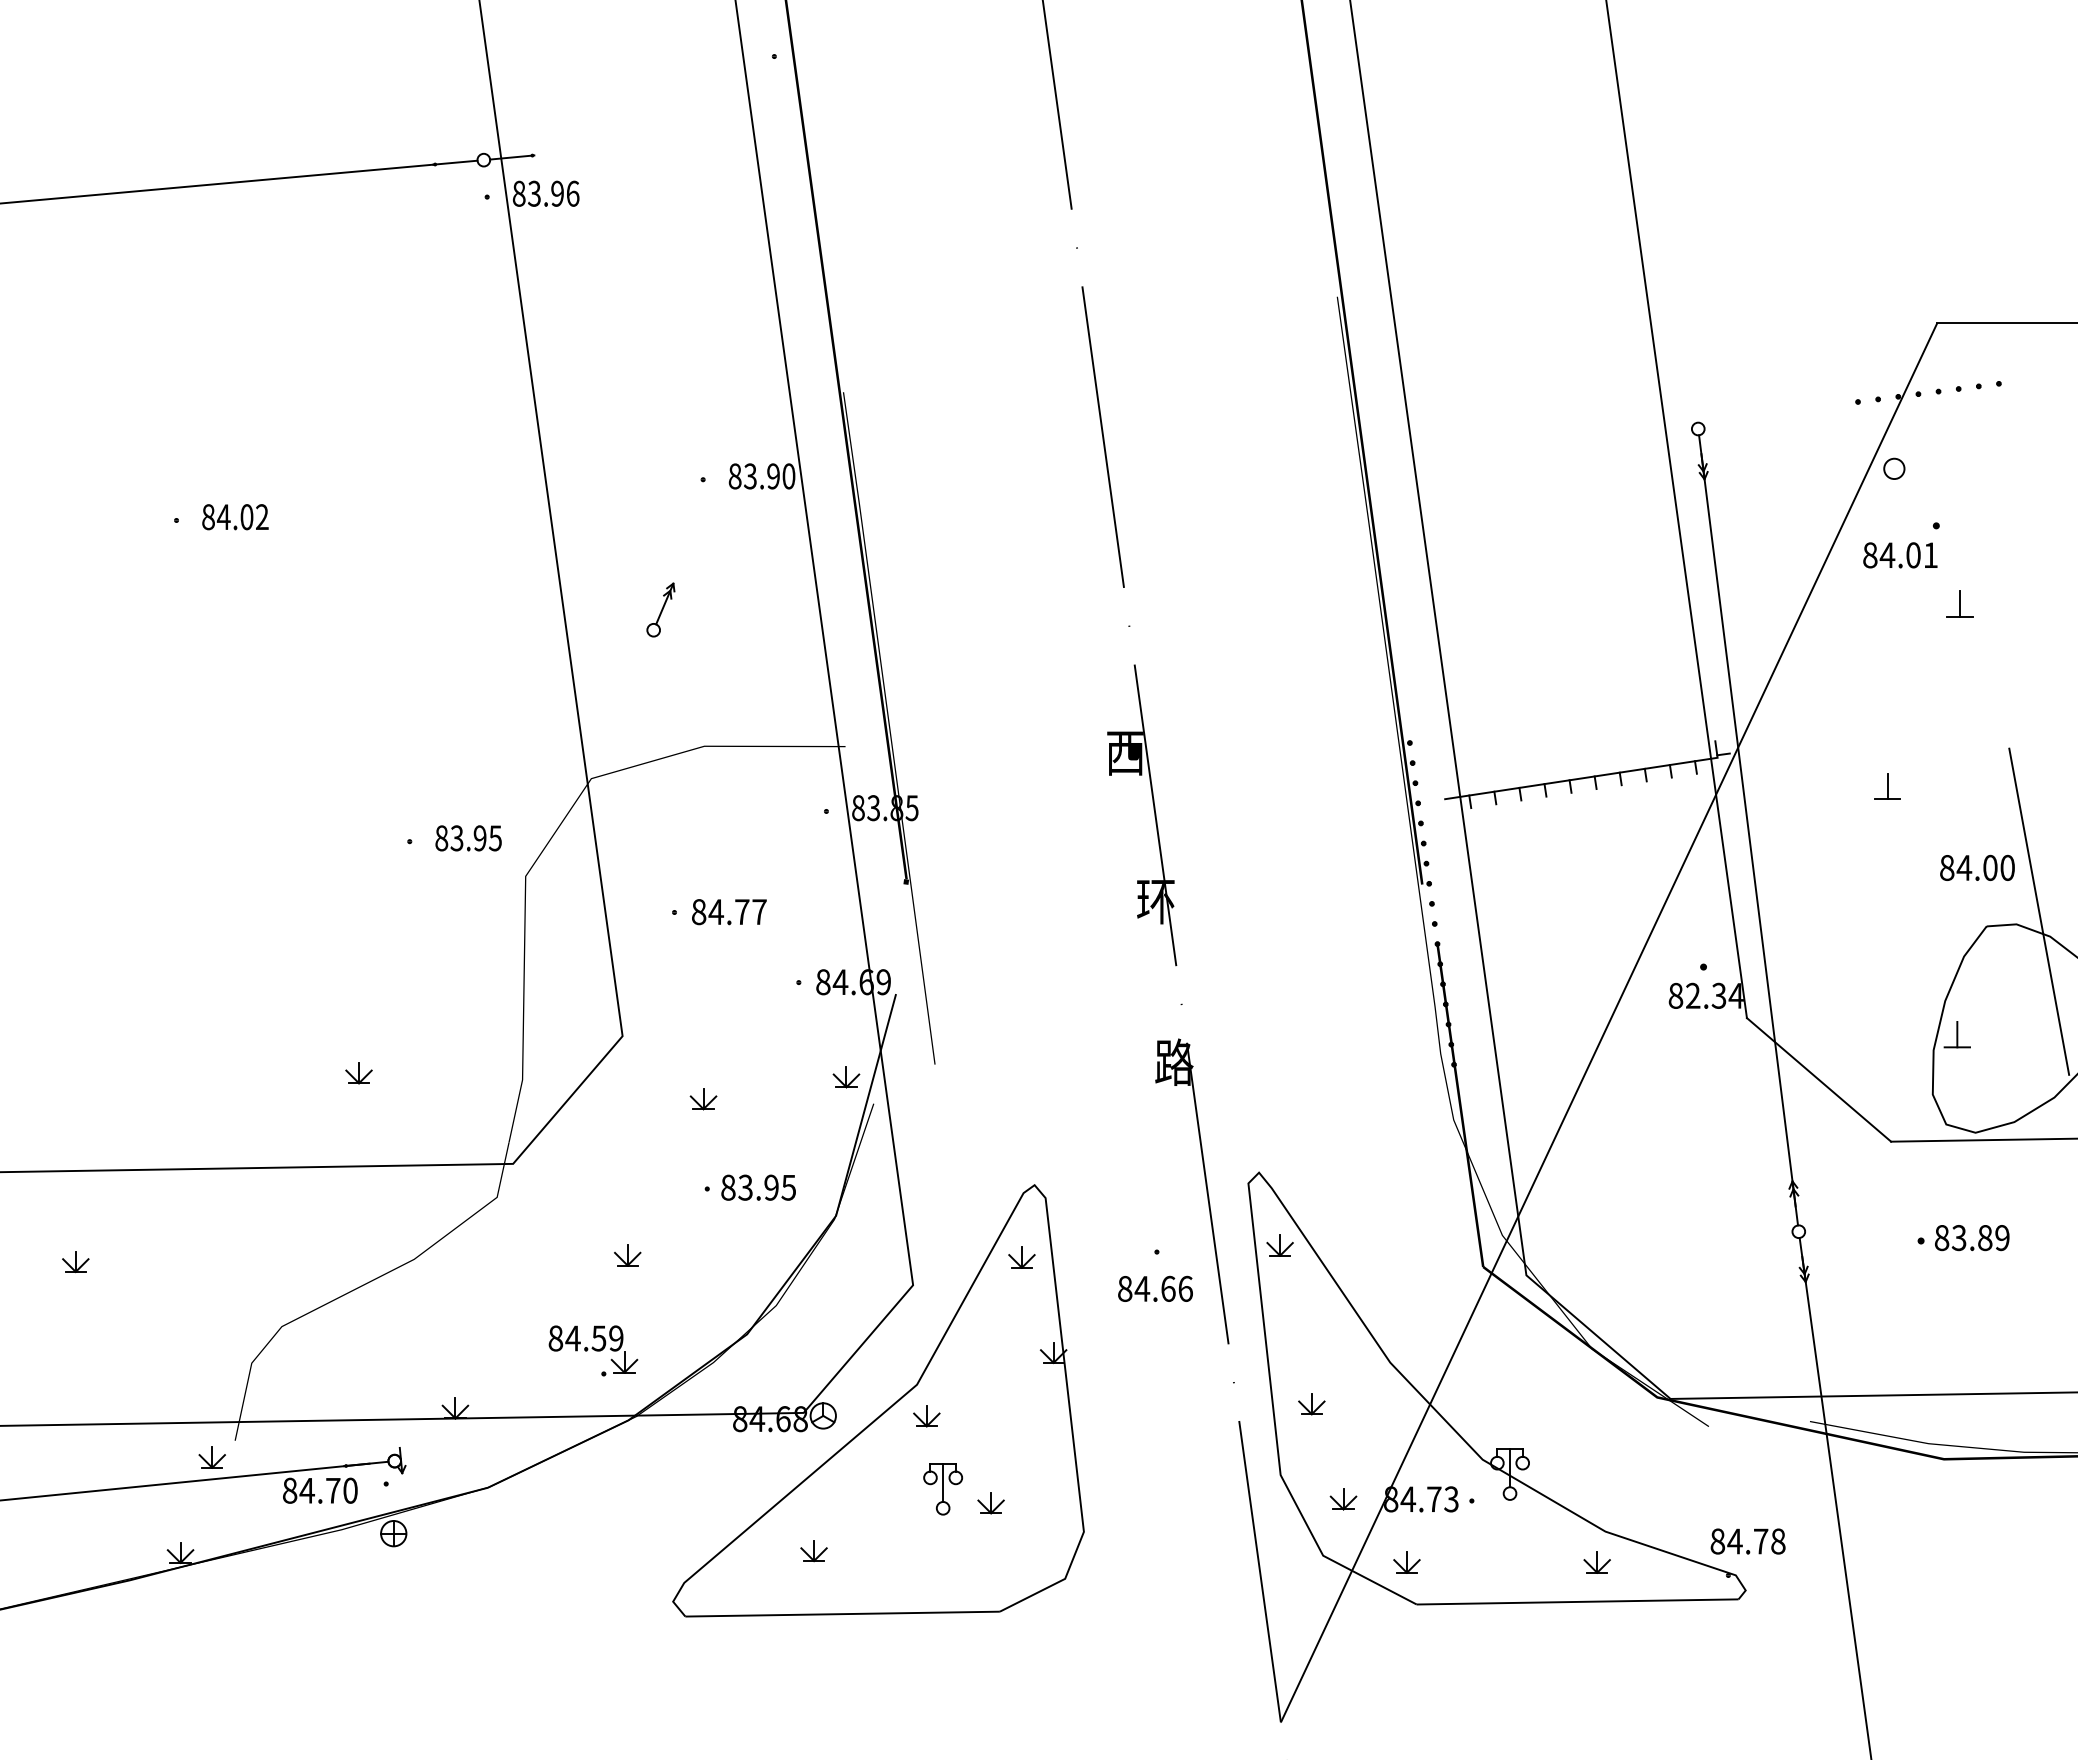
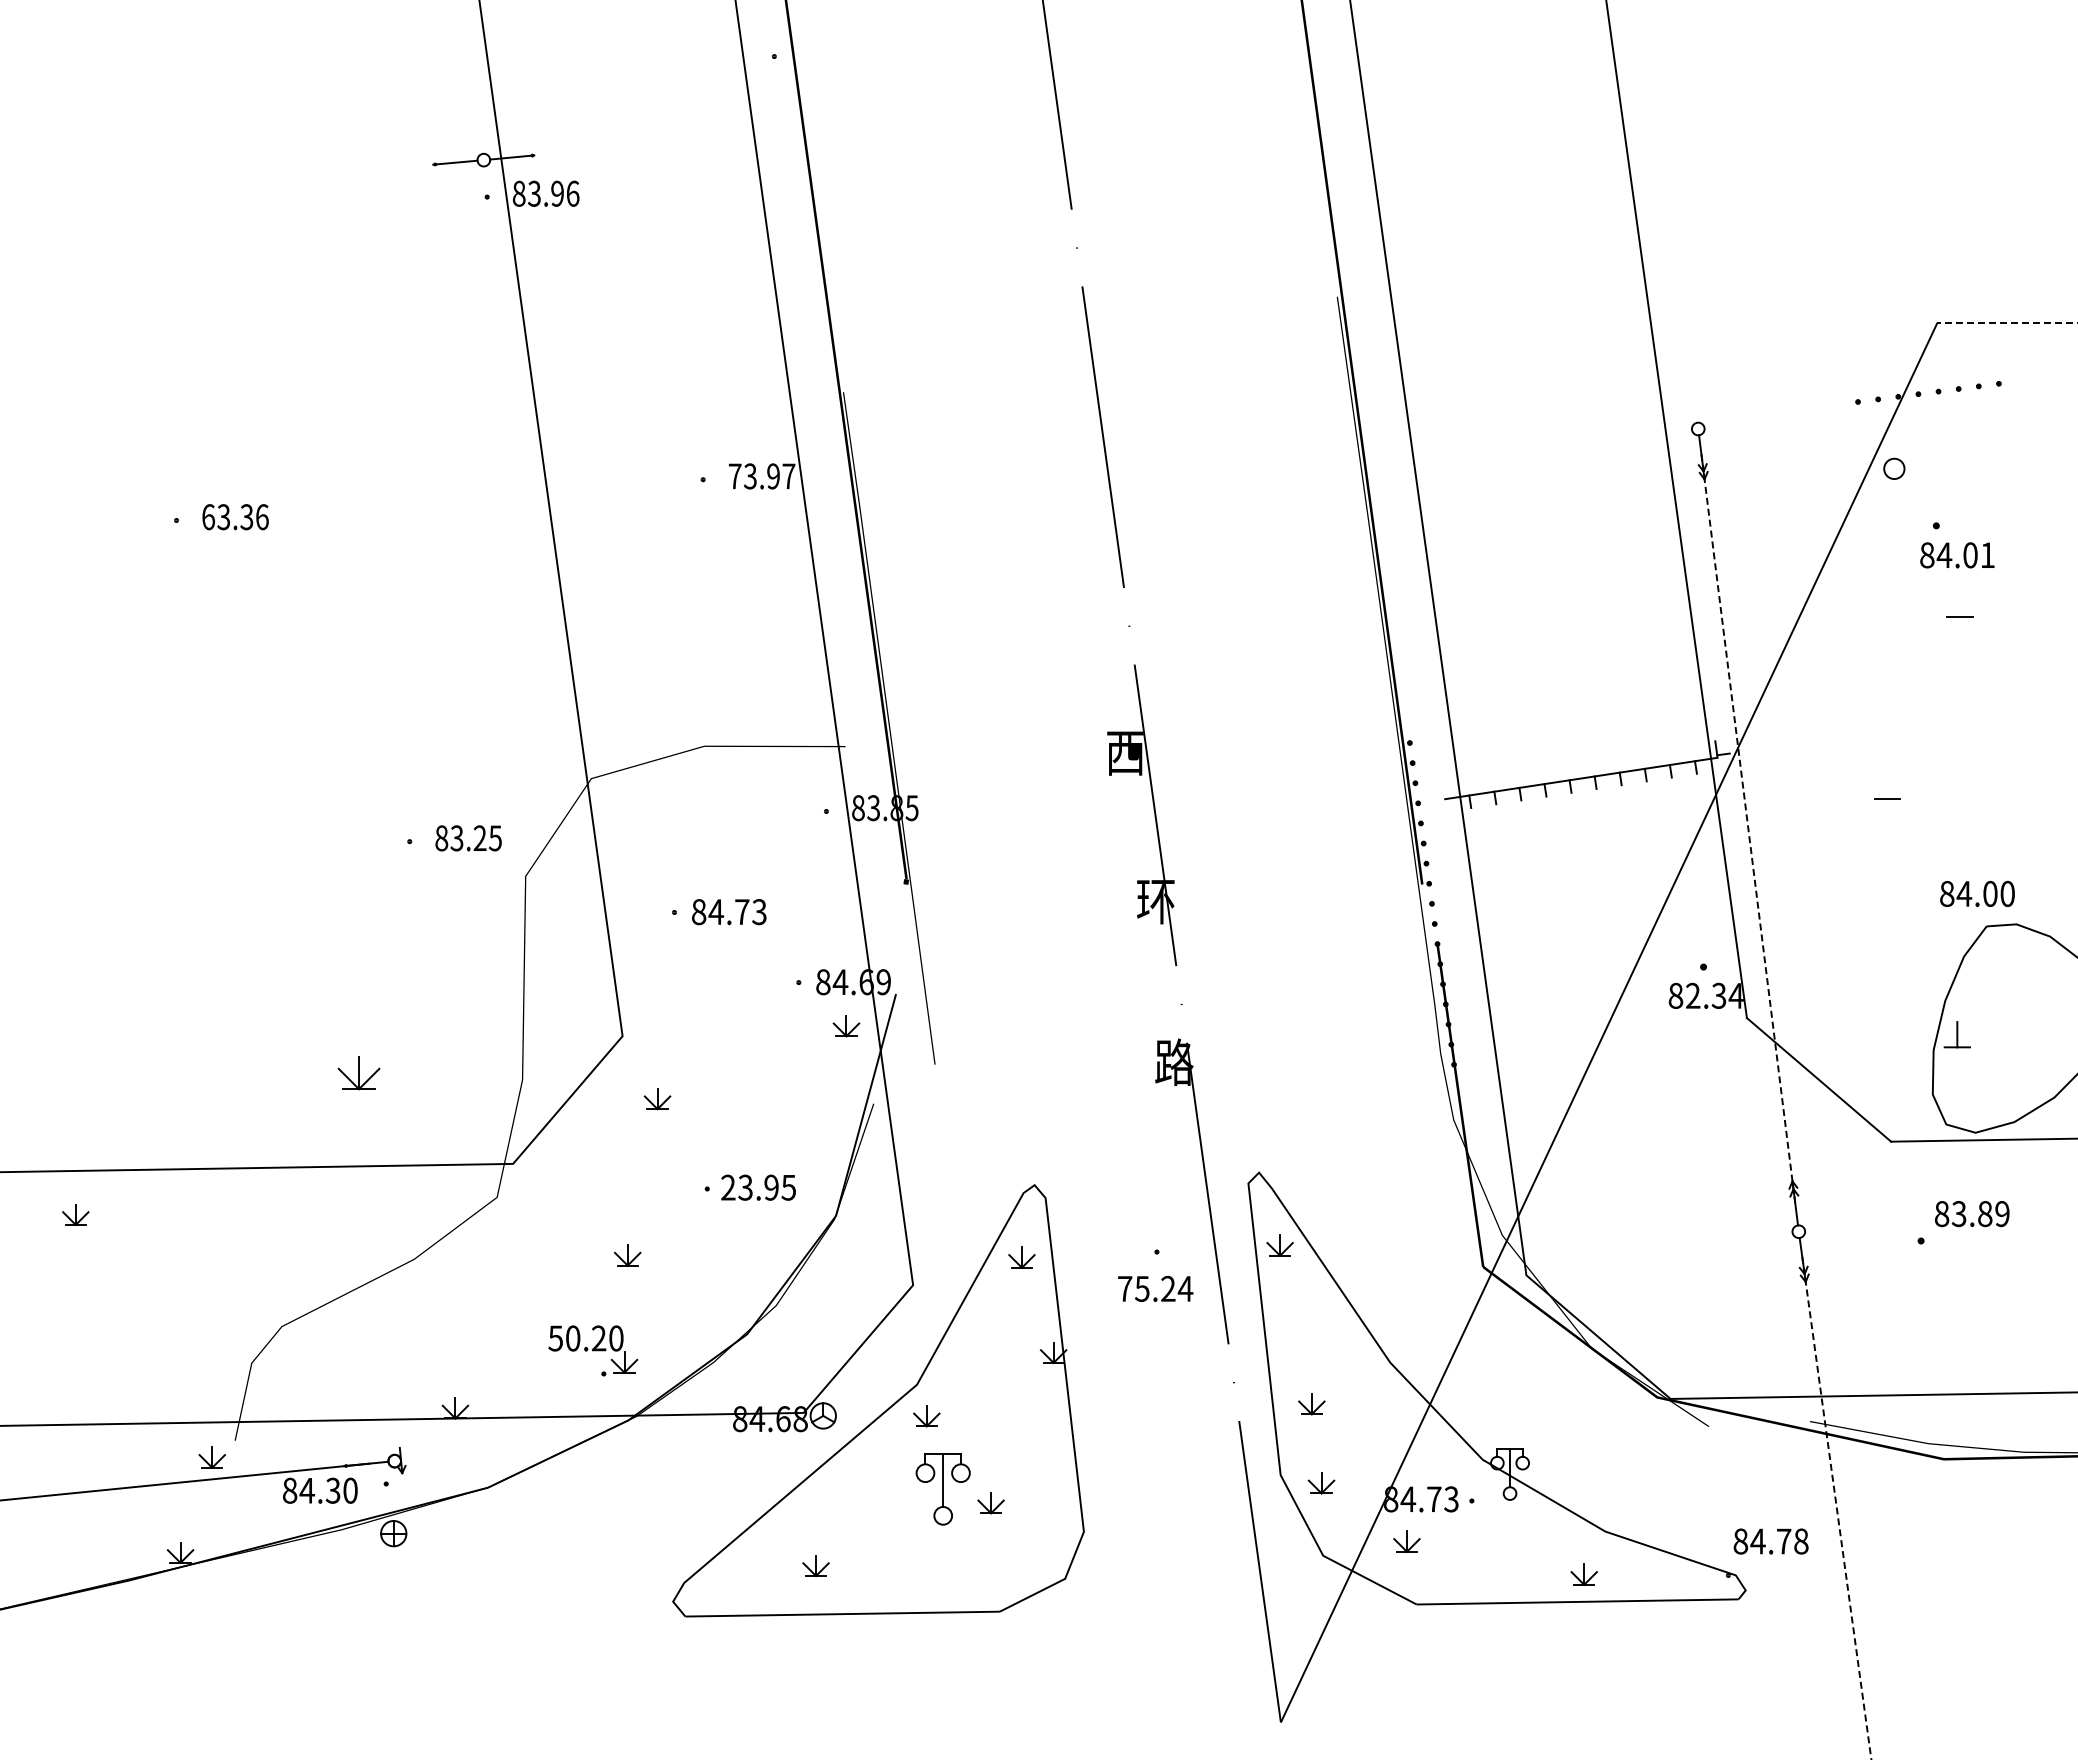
line at (217, 183): present -> none
line at (2007, 322): solid -> dashed
text at (761, 476): 83.90 -> 73.97
text at (235, 517): 84.02 -> 63.36
text at (1900, 555) position: (1900, 555) -> (1957, 555)
line at (1960, 603): present -> none
part at (660, 609): present -> none
line at (1887, 785): present -> none
line at (1748, 830): solid -> dashed
text at (479, 838): 83.95 -> 83.25
text at (1977, 867) position: (1977, 867) -> (1977, 893)
line at (2039, 911): present -> none
text at (759, 912): 84.77 -> 84.73
part at (358, 1073) size: 28x23 px -> 44x35 px
part at (846, 1077) position: (846, 1077) -> (846, 1026)
part at (703, 1099) position: (703, 1099) -> (657, 1099)
text at (728, 1187): 83.95 -> 23.95
text at (1972, 1238) position: (1972, 1238) -> (1972, 1214)
part at (75, 1262) position: (75, 1262) -> (75, 1215)
text at (1155, 1288): 84.66 -> 75.24
text at (585, 1338): 84.59 -> 50.20
part at (942, 1489) size: 40x53 px -> 56x73 px
text at (332, 1490): 84.70 -> 84.30
part at (1343, 1499) position: (1343, 1499) -> (1321, 1483)
line at (1836, 1508): solid -> dashed
text at (1747, 1541) position: (1747, 1541) -> (1770, 1541)
part at (813, 1551) position: (813, 1551) -> (815, 1566)
part at (1406, 1562) position: (1406, 1562) -> (1406, 1541)
part at (1596, 1562) position: (1596, 1562) -> (1583, 1574)
